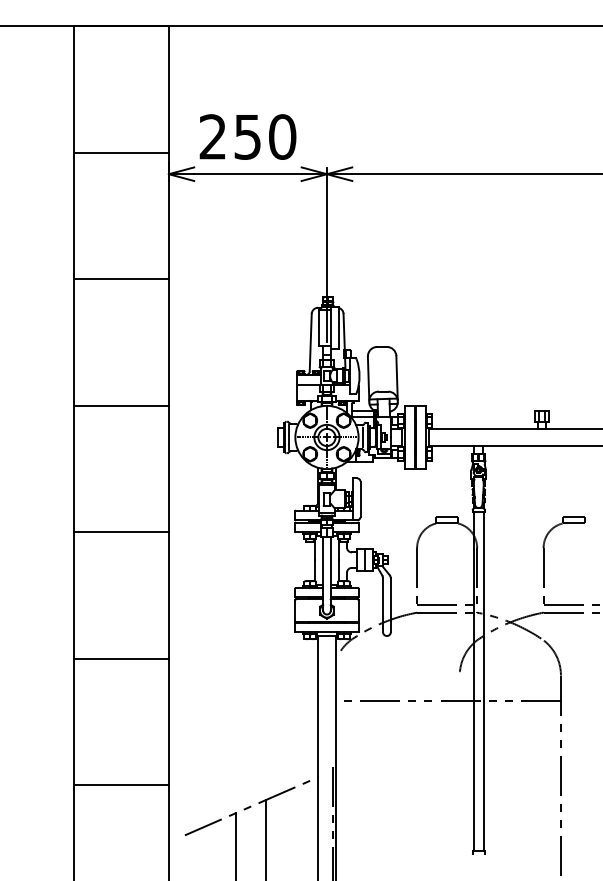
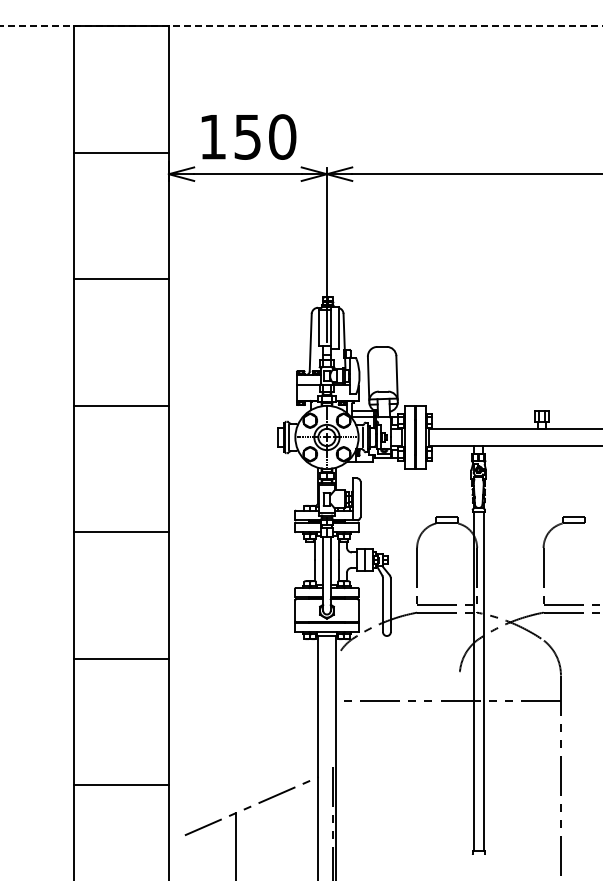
line at (301, 26): solid -> dashed
text at (212, 136): 250 -> 150
line at (266, 838): present -> none
